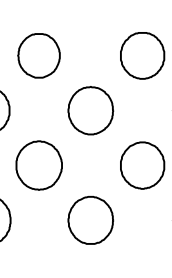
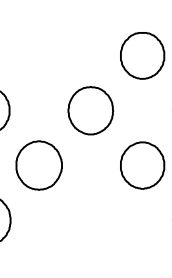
part at (38, 55): present -> none
part at (90, 220): present -> none
